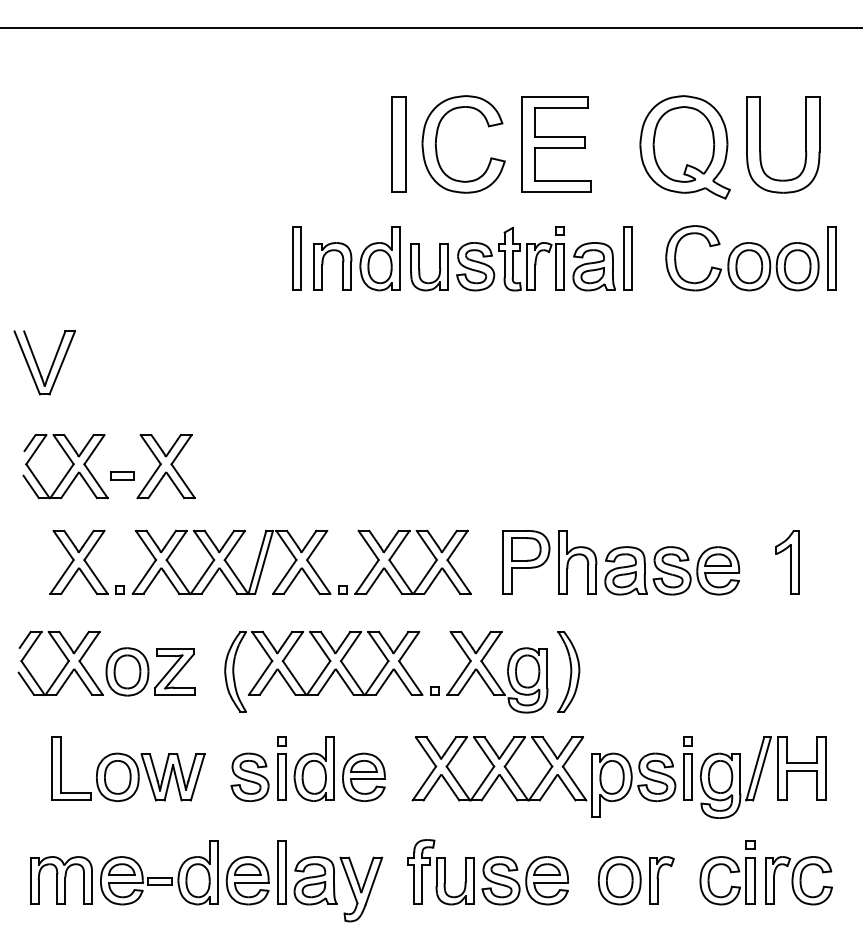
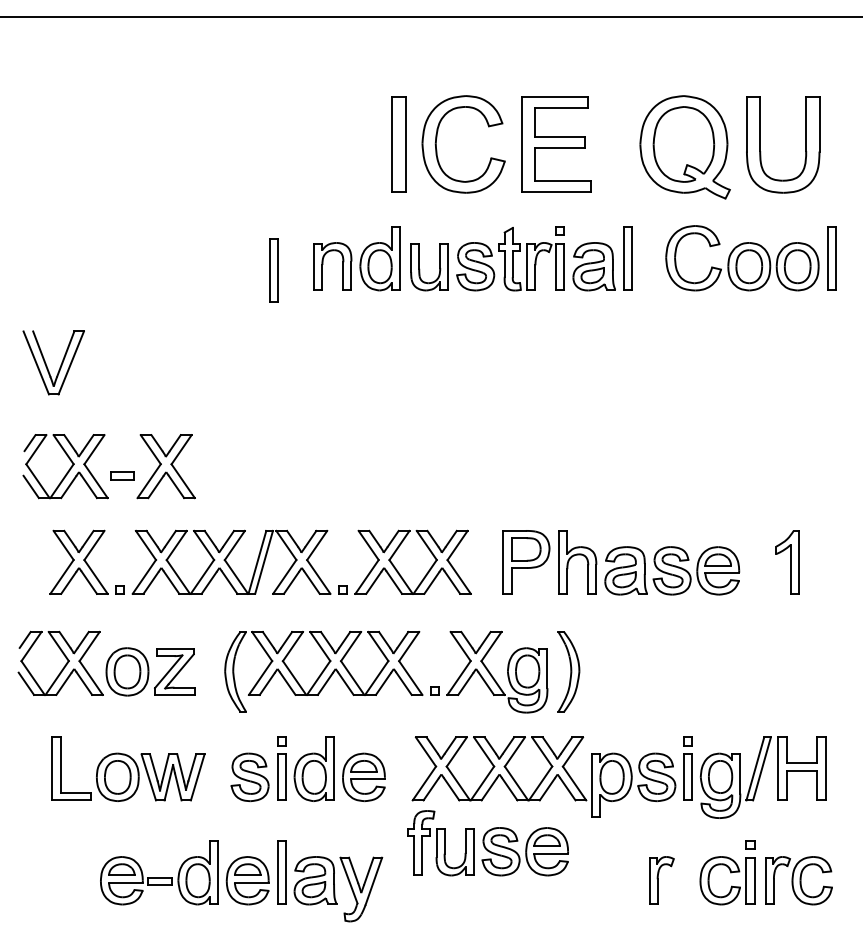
line at (430, 28) position: (430, 28) -> (430, 17)
part at (296, 258) position: (296, 258) -> (273, 270)
part at (38, 365) position: (38, 365) -> (47, 365)
part at (487, 872) position: (487, 872) -> (487, 843)
part at (61, 880): present -> none
part at (619, 880): present -> none
